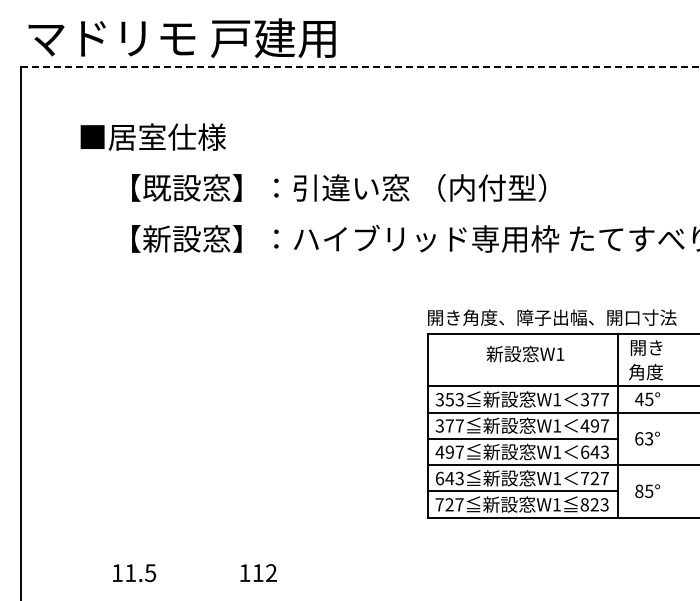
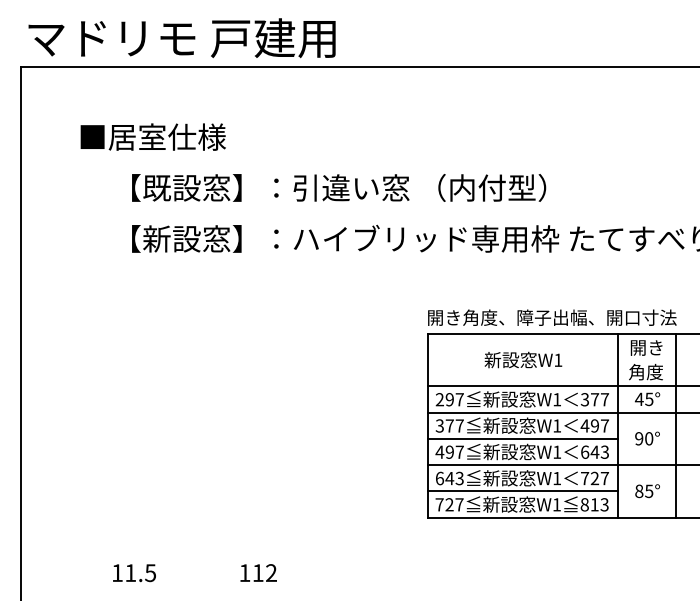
line at (360, 66): dashed -> solid
text at (525, 353) position: (525, 353) -> (523, 359)
text at (449, 399): 353 -> 297
line at (676, 425): none -> present
text at (644, 438): 63° -> 90°
text at (594, 504): 823 -> 813
